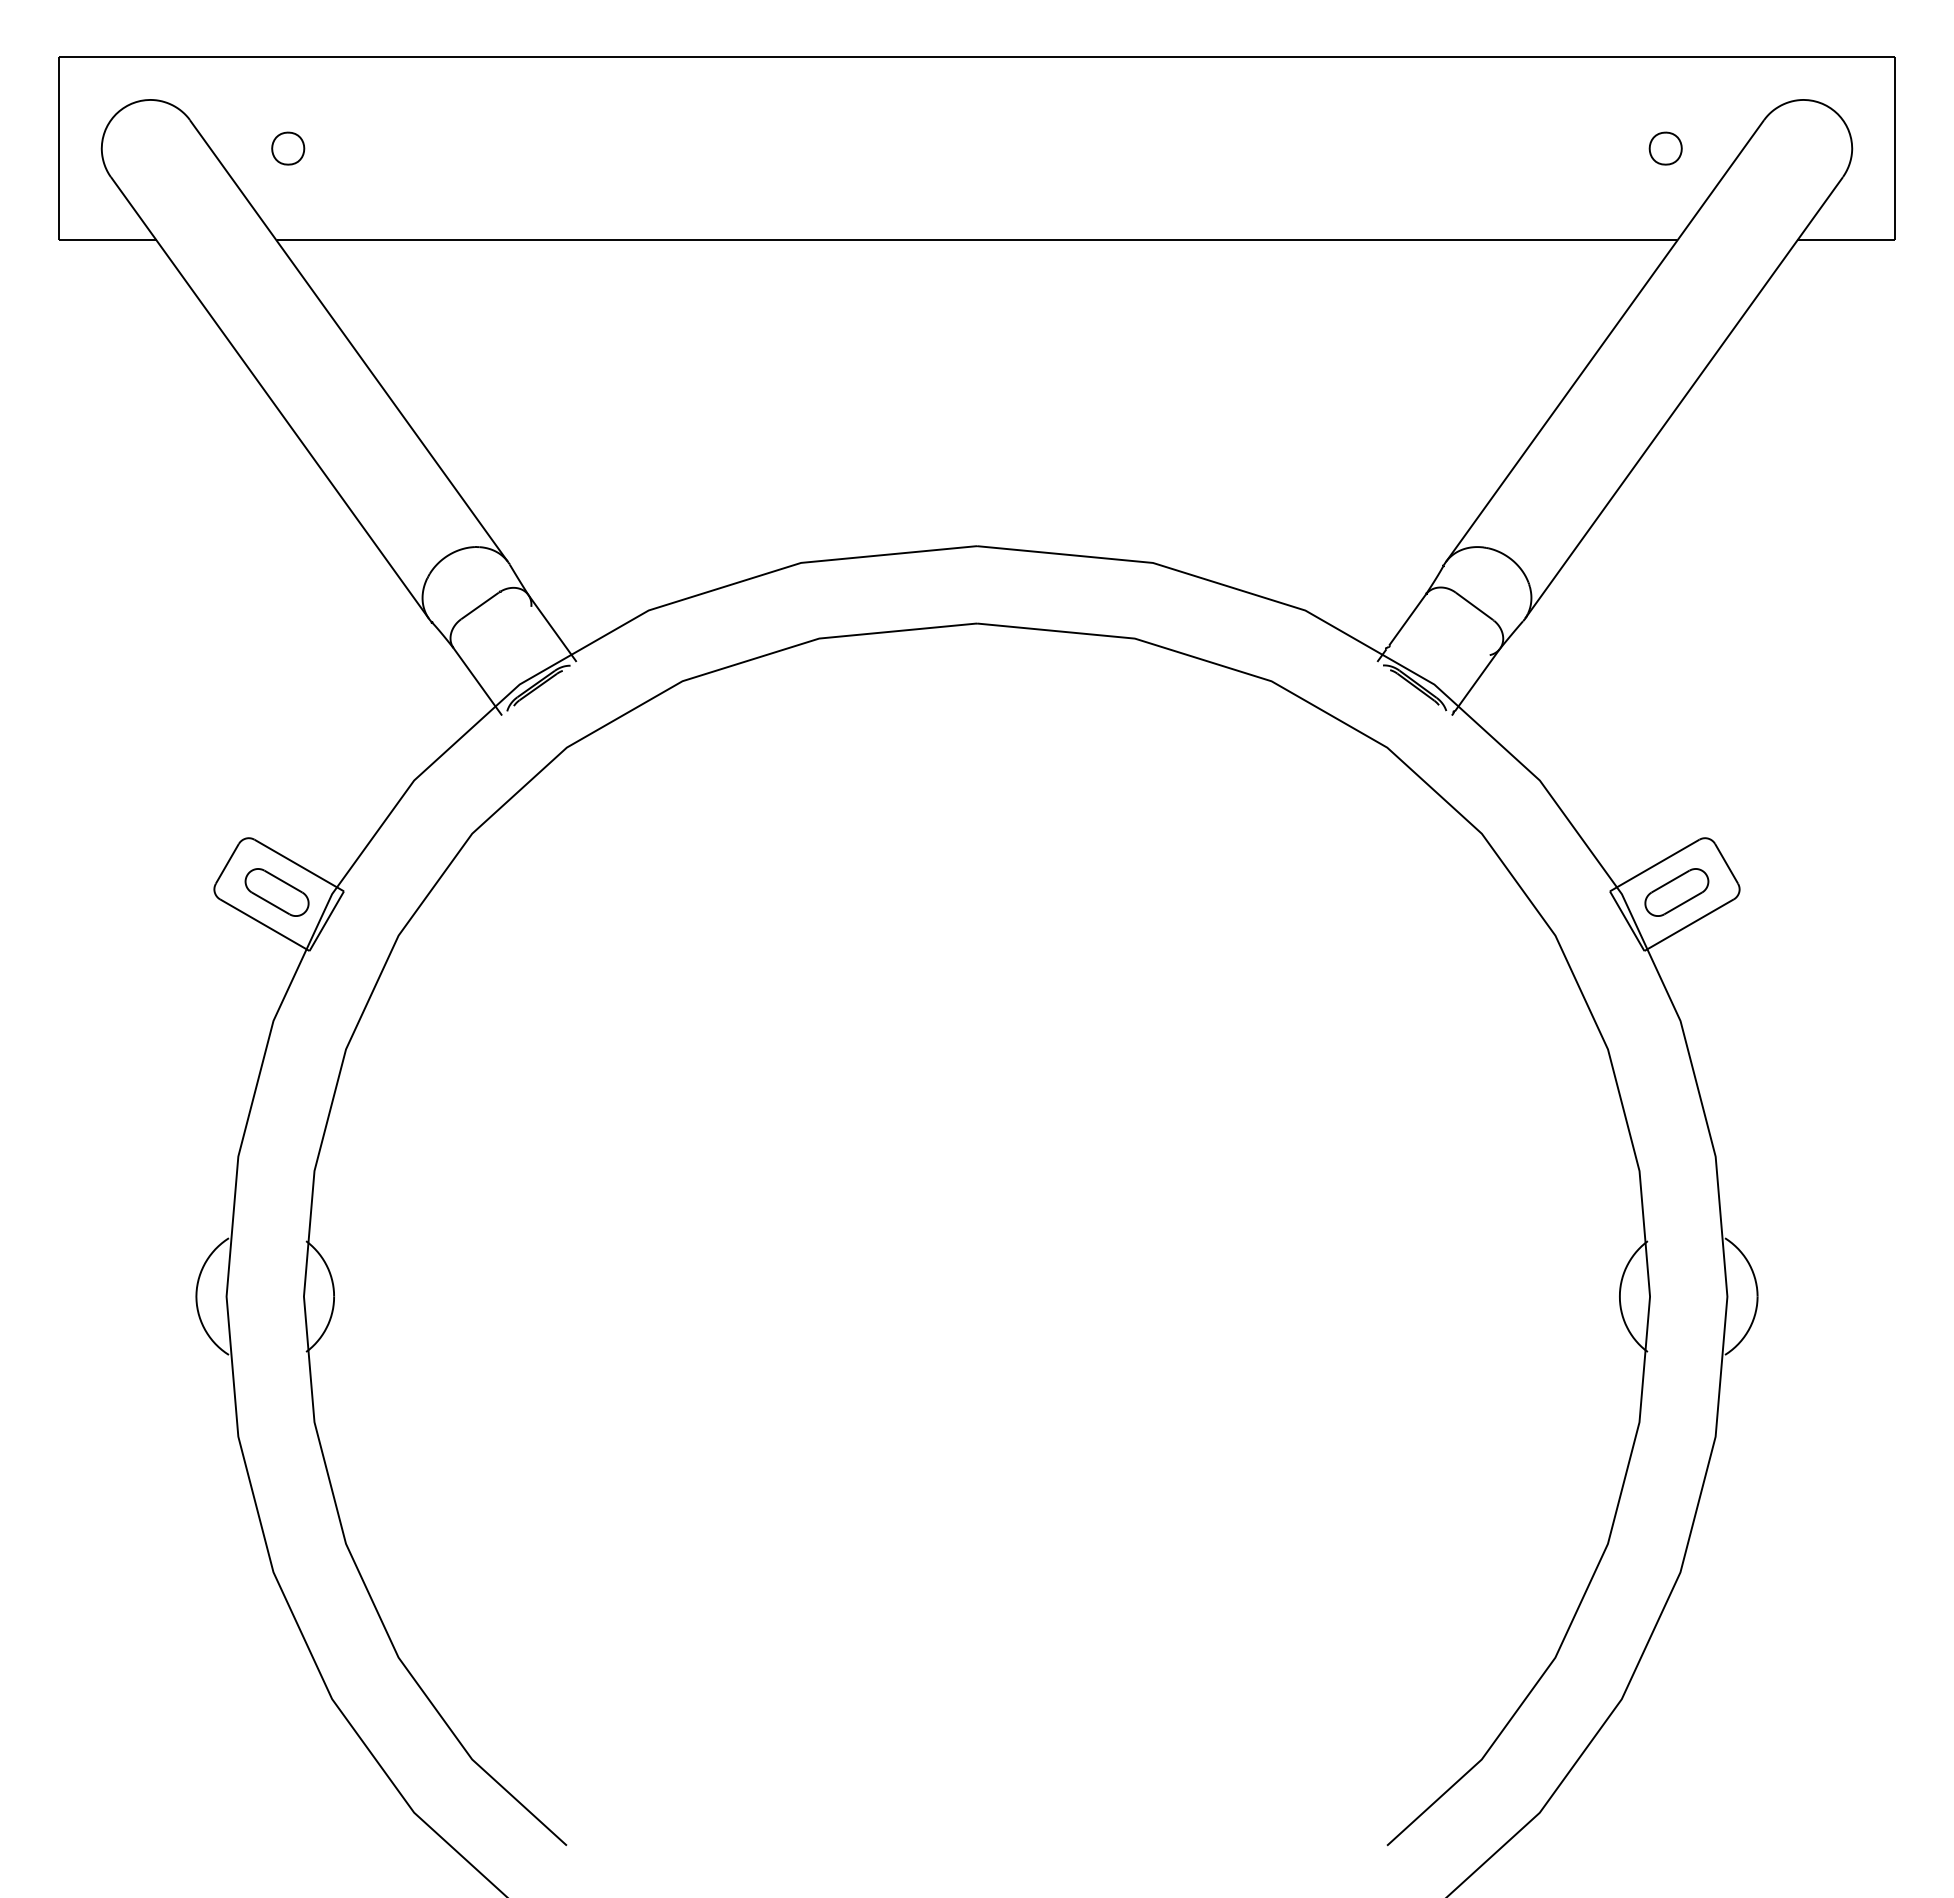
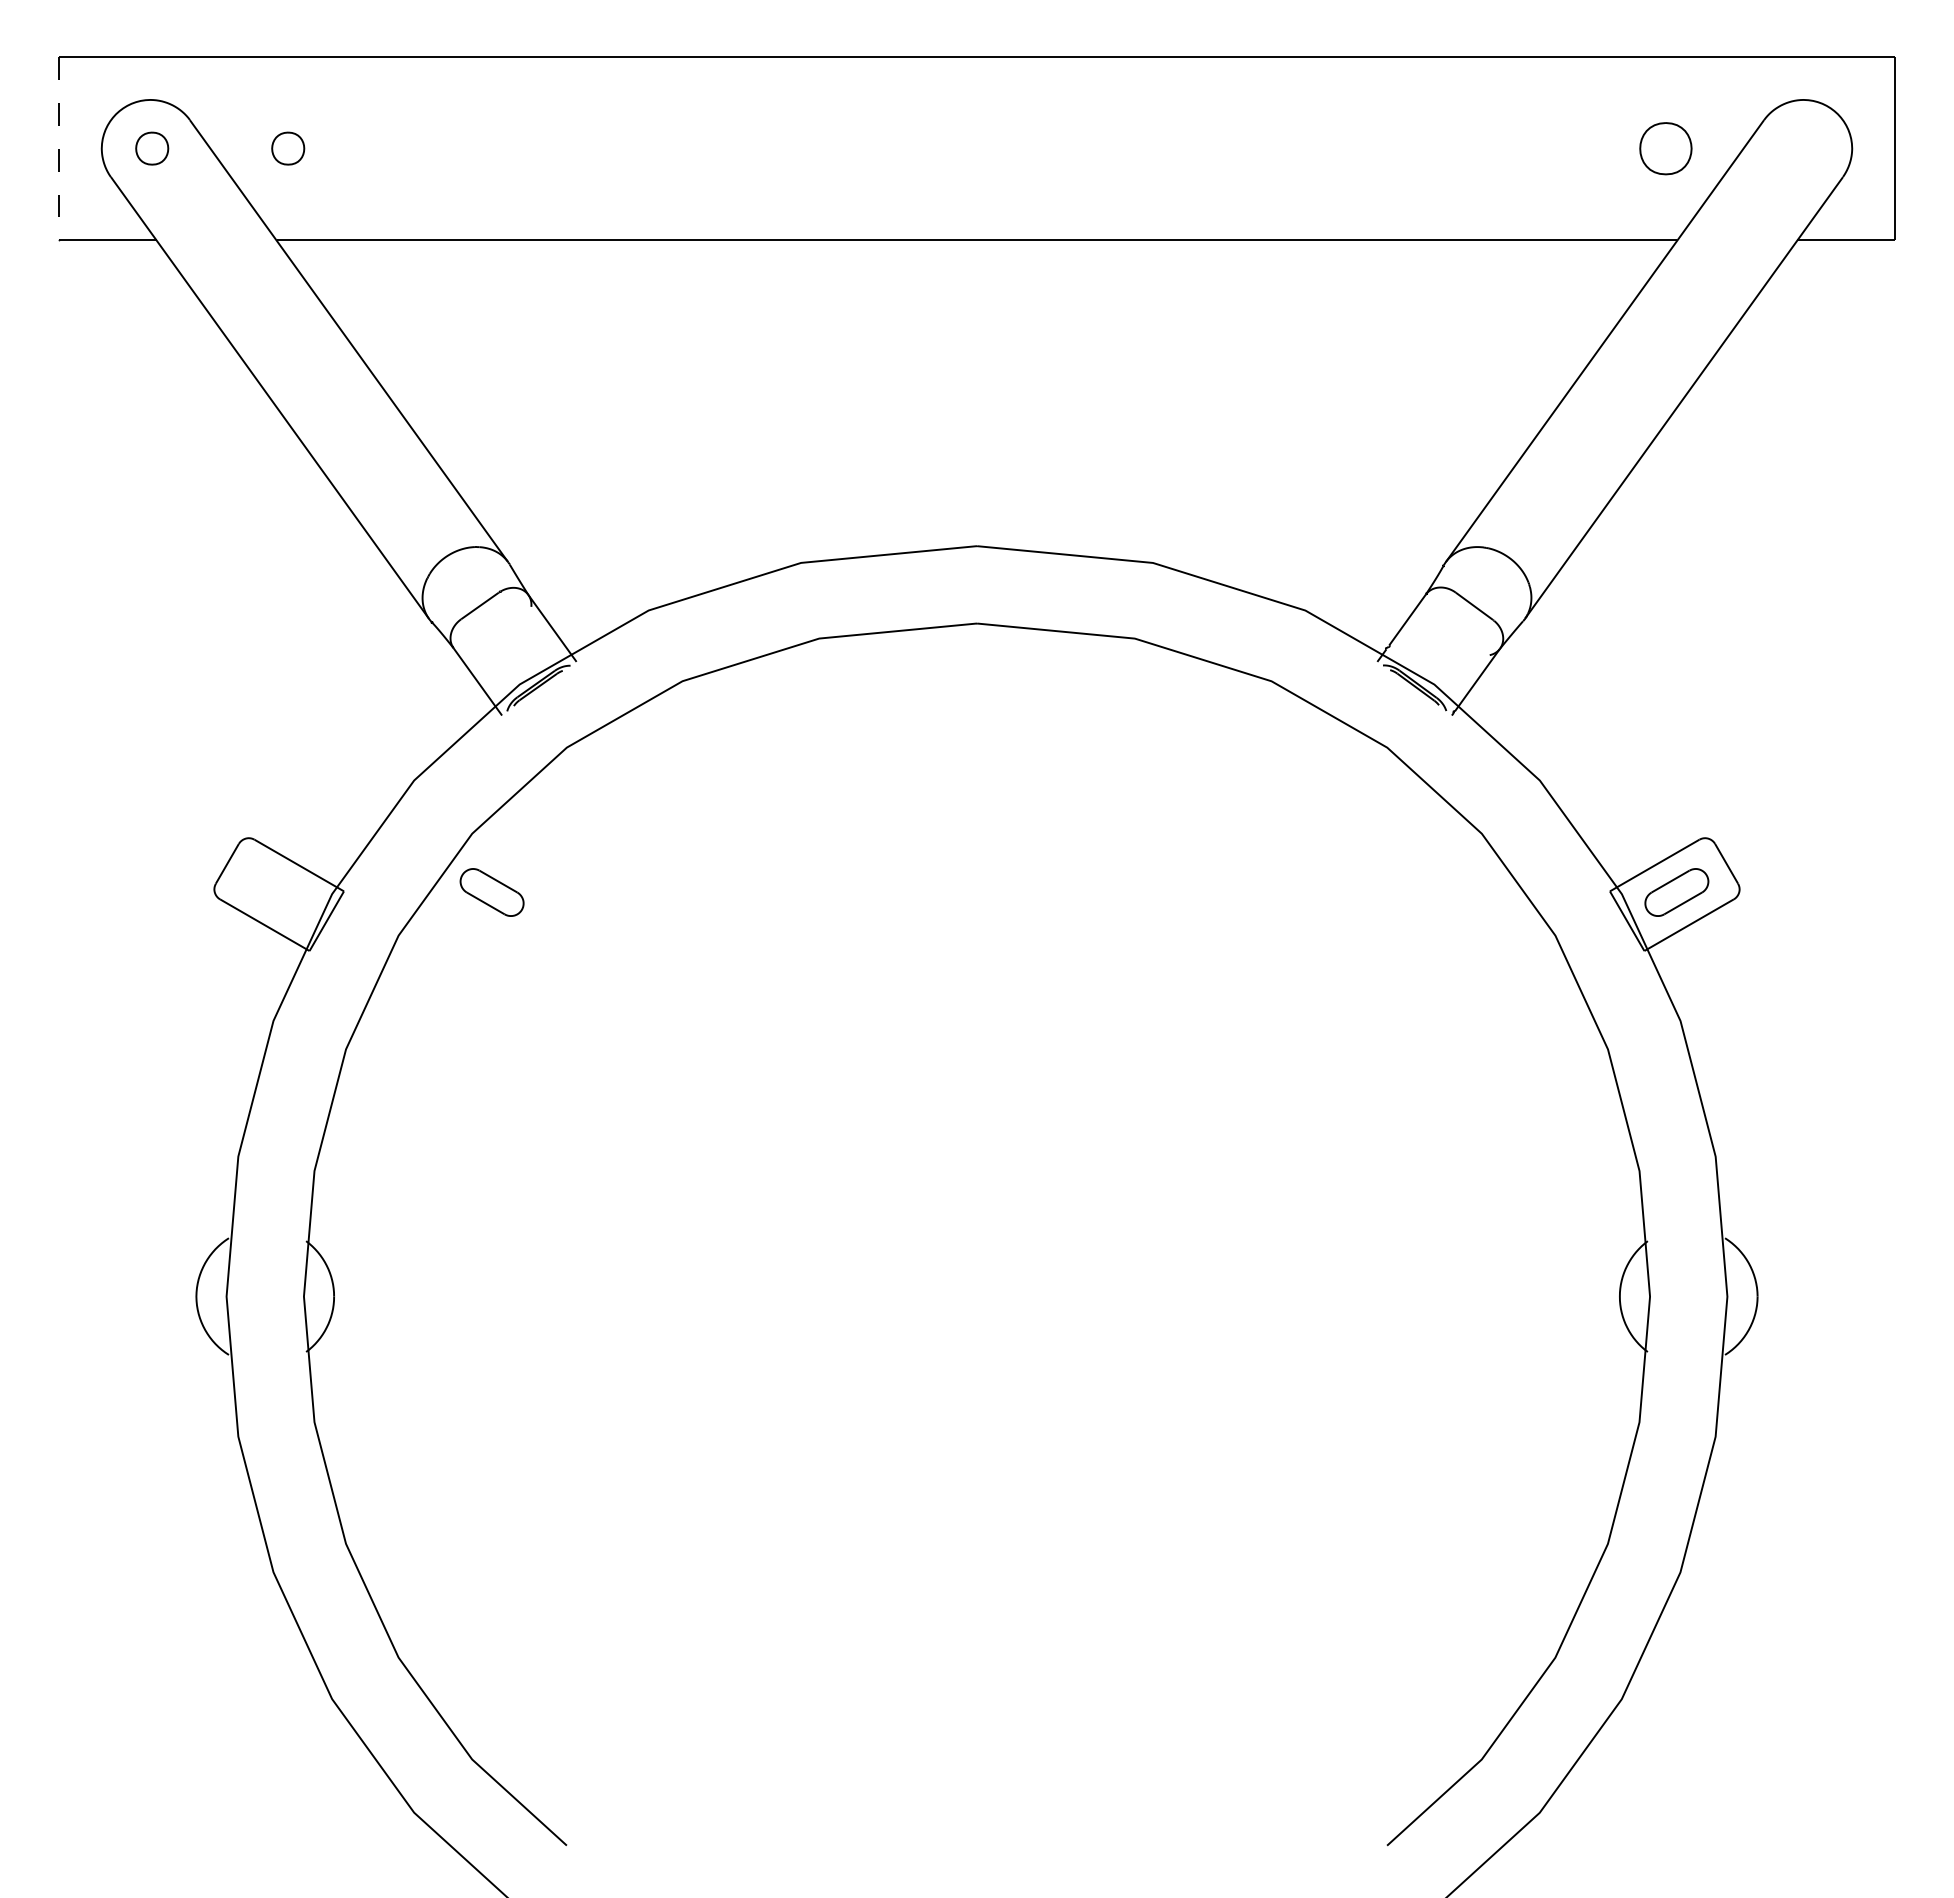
line at (58, 148): solid -> dashed
part at (152, 148): none -> present
part at (1665, 148) size: 35x35 px -> 54x54 px
part at (276, 892) position: (276, 892) -> (491, 892)
